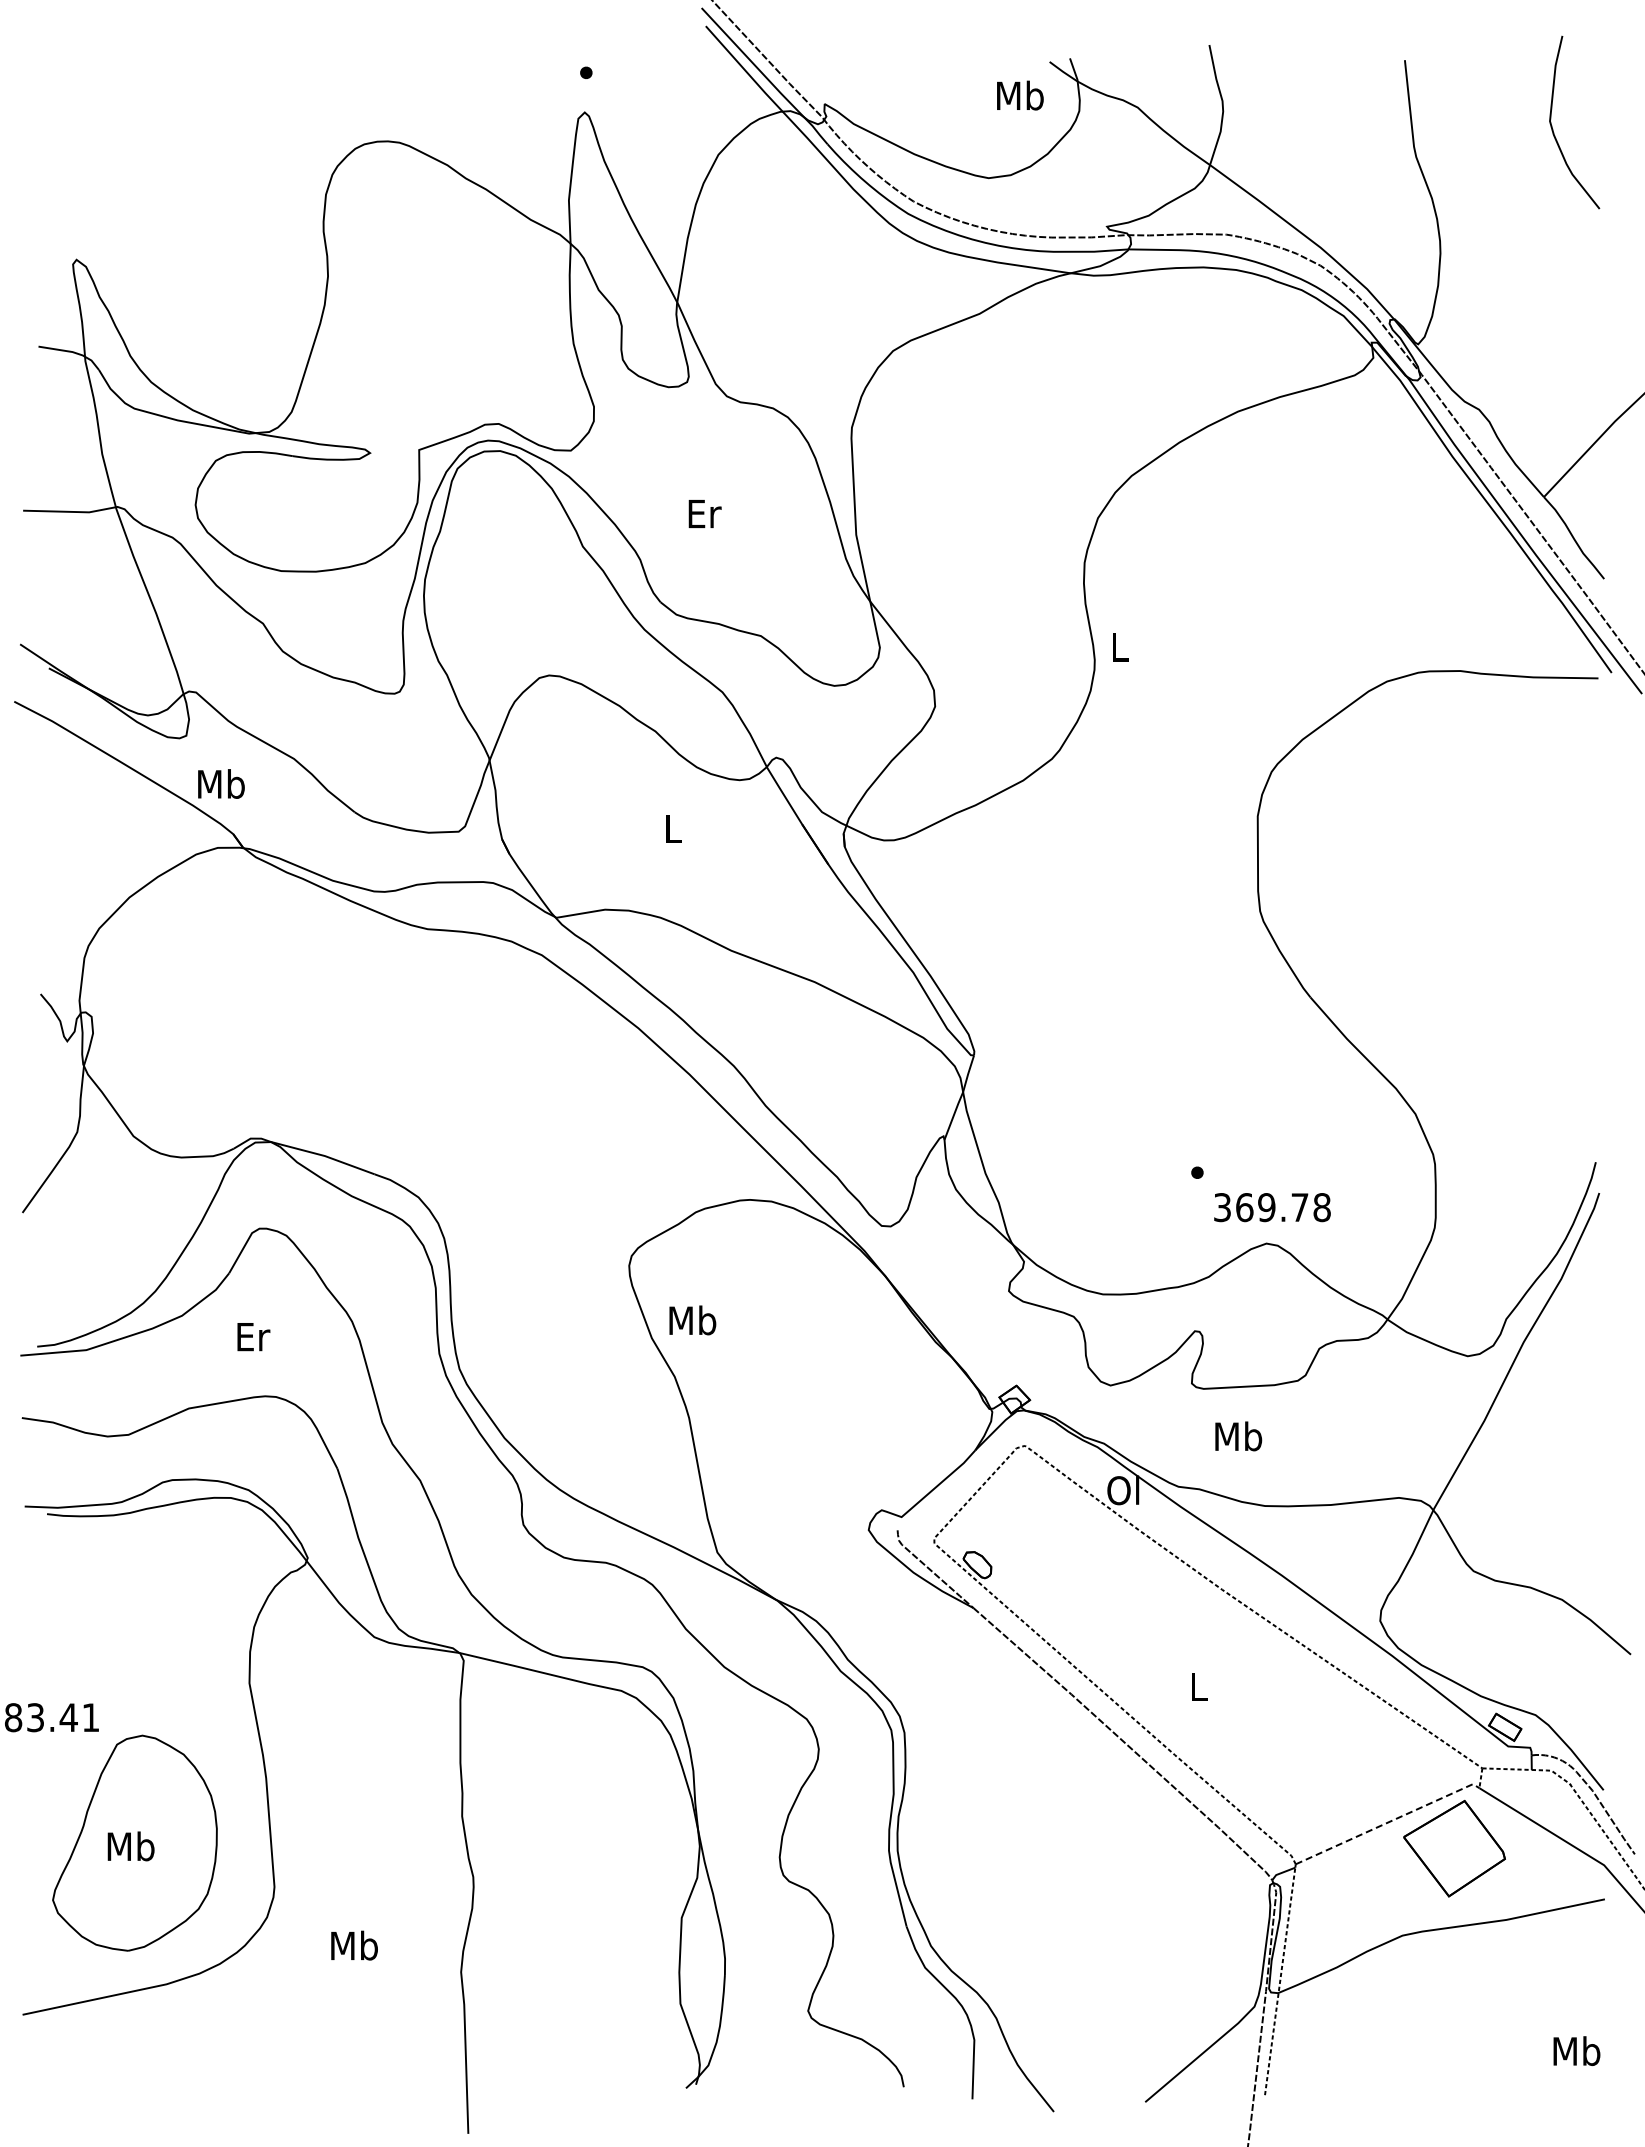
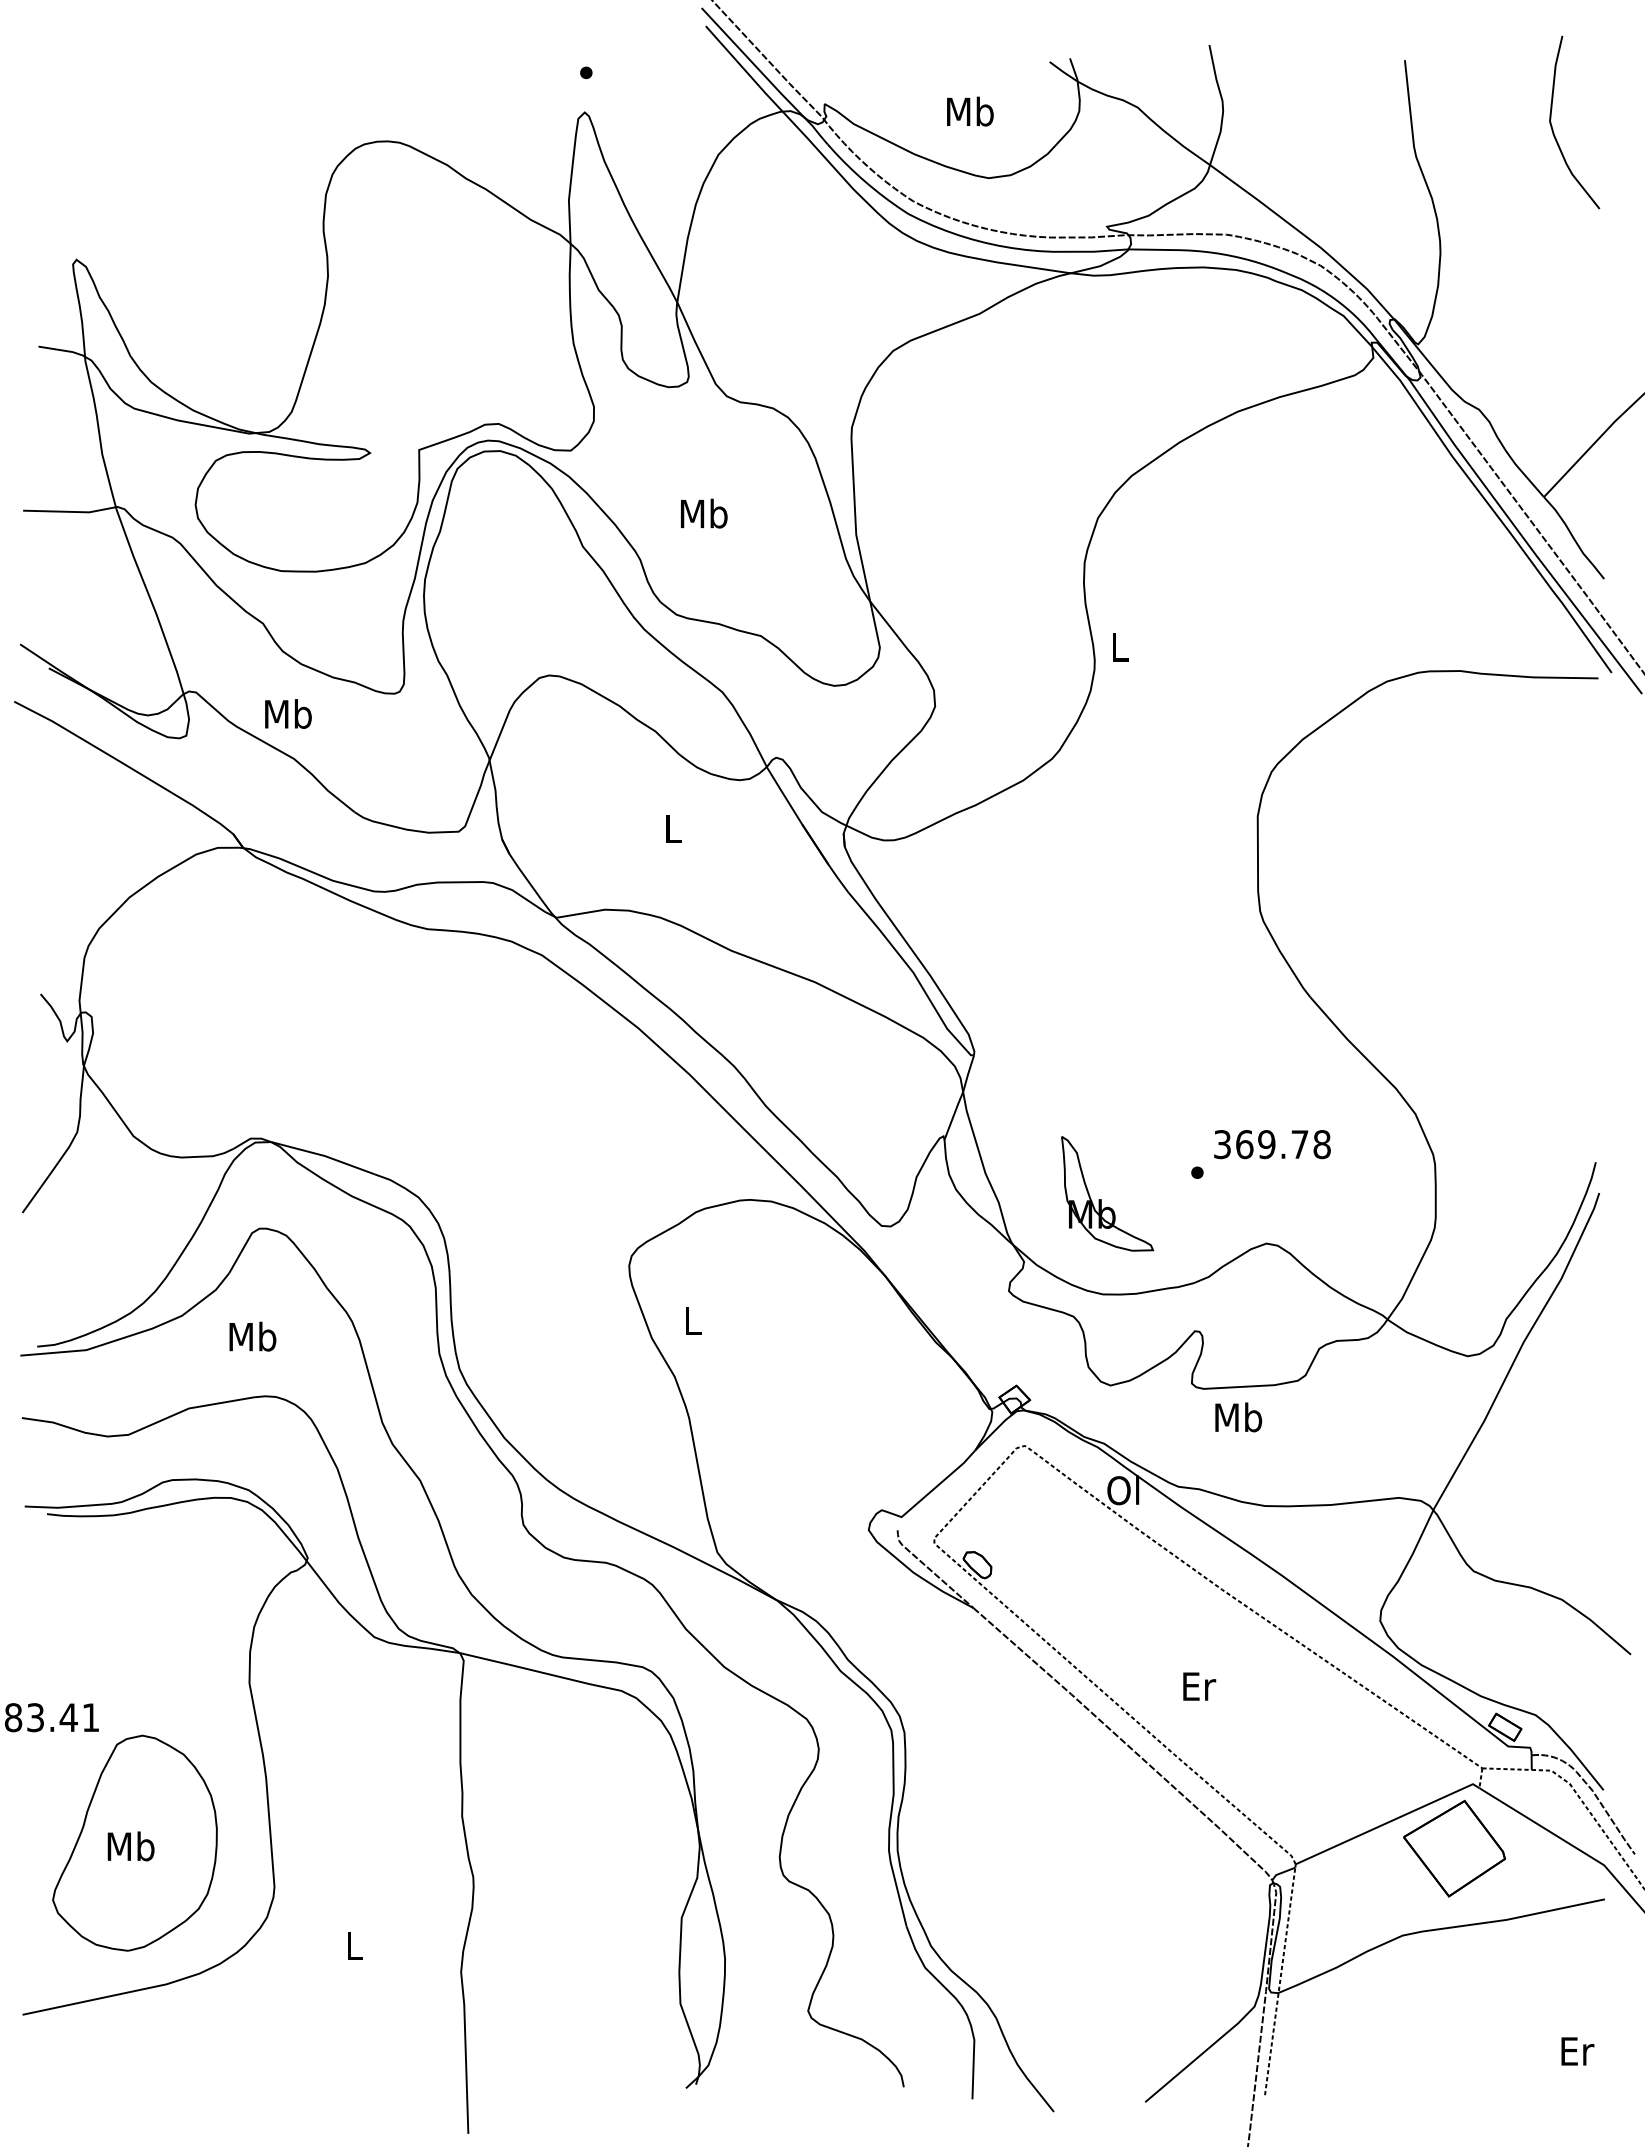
text at (1020, 95) position: (1020, 95) -> (970, 111)
text at (703, 513): Er -> Mb
text at (221, 783) position: (221, 783) -> (288, 713)
part at (1101, 1199): none -> present
text at (1272, 1207) position: (1272, 1207) -> (1272, 1144)
text at (692, 1320): Mb -> L
text at (252, 1336): Er -> Mb
text at (1238, 1436) position: (1238, 1436) -> (1238, 1417)
text at (1199, 1686): L -> Er
line at (1388, 1822): dashed -> solid
text at (354, 1945): Mb -> L
text at (1576, 2051): Mb -> Er
